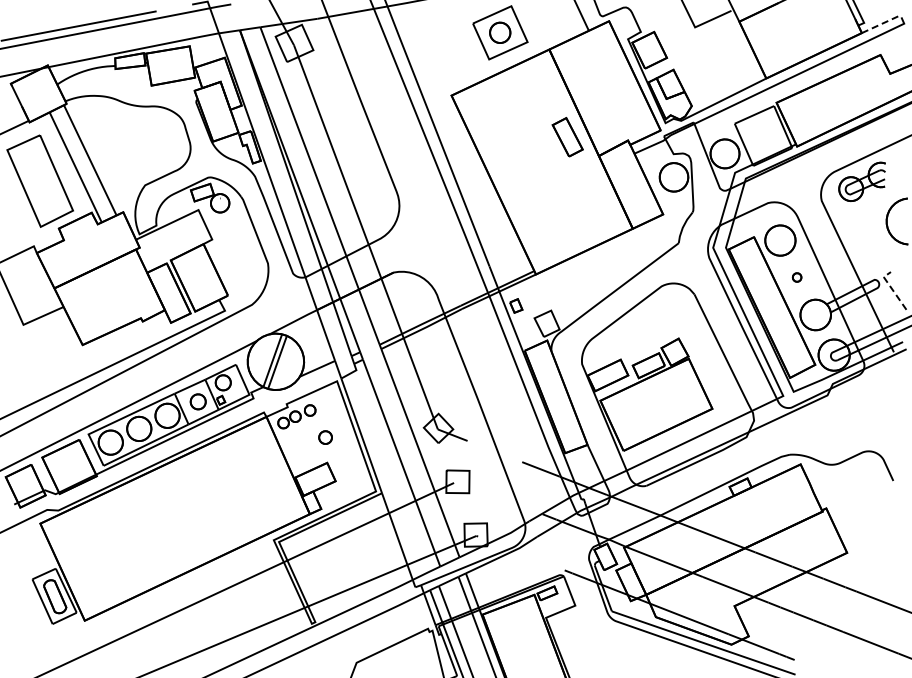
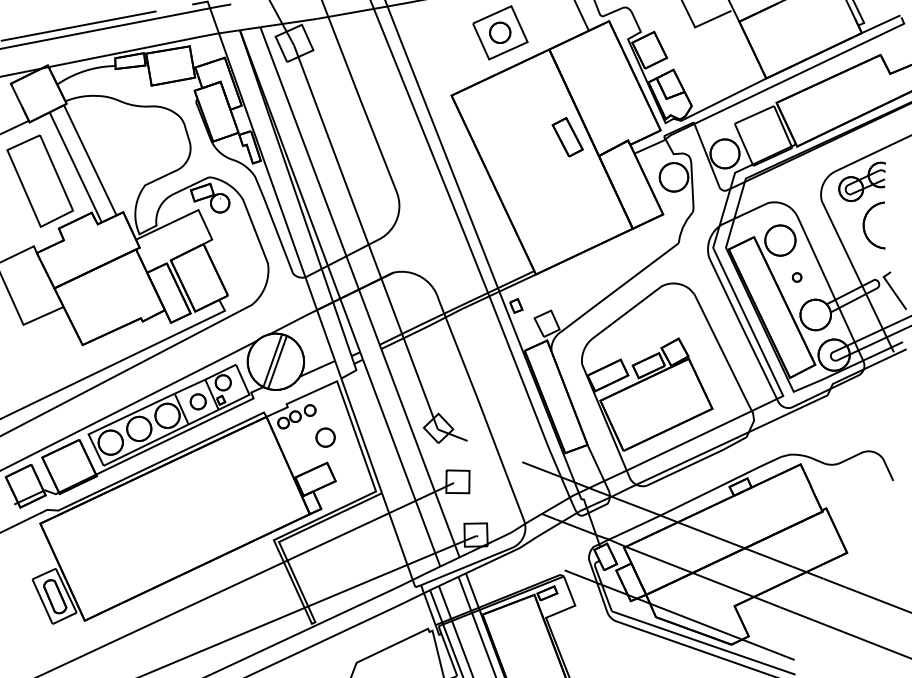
line at (881, 24): dashed -> solid
part at (888, 217) position: (888, 217) -> (865, 221)
line at (892, 289): dashed -> solid
part at (325, 437) size: 15x15 px -> 21x21 px
